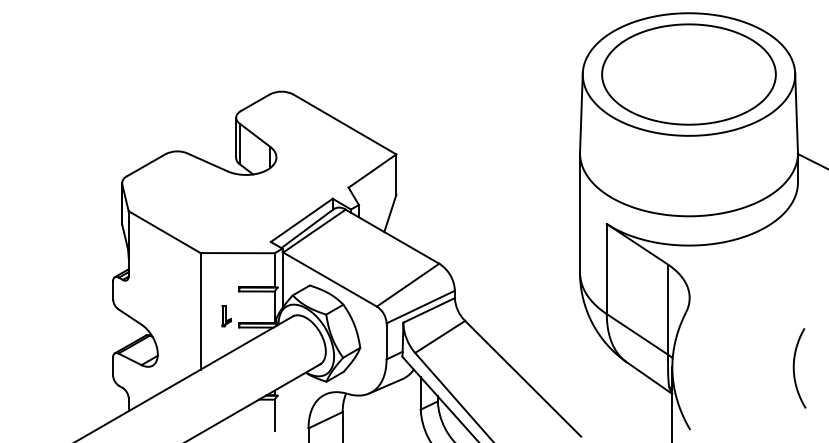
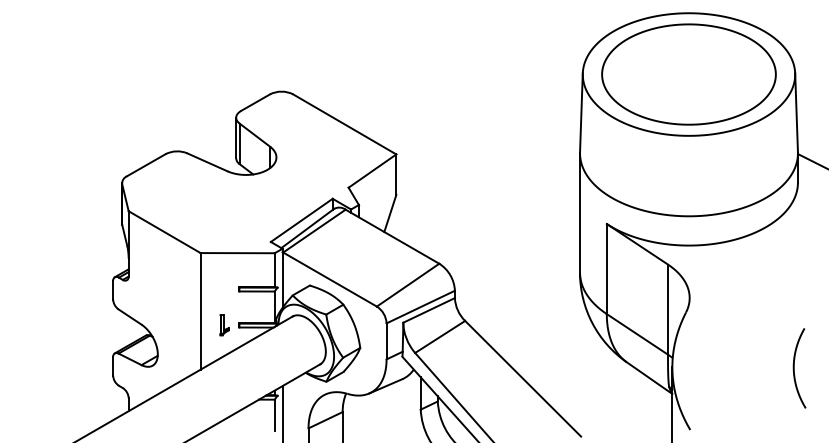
part at (226, 316) position: (226, 316) -> (224, 325)
line at (282, 412): none -> present
